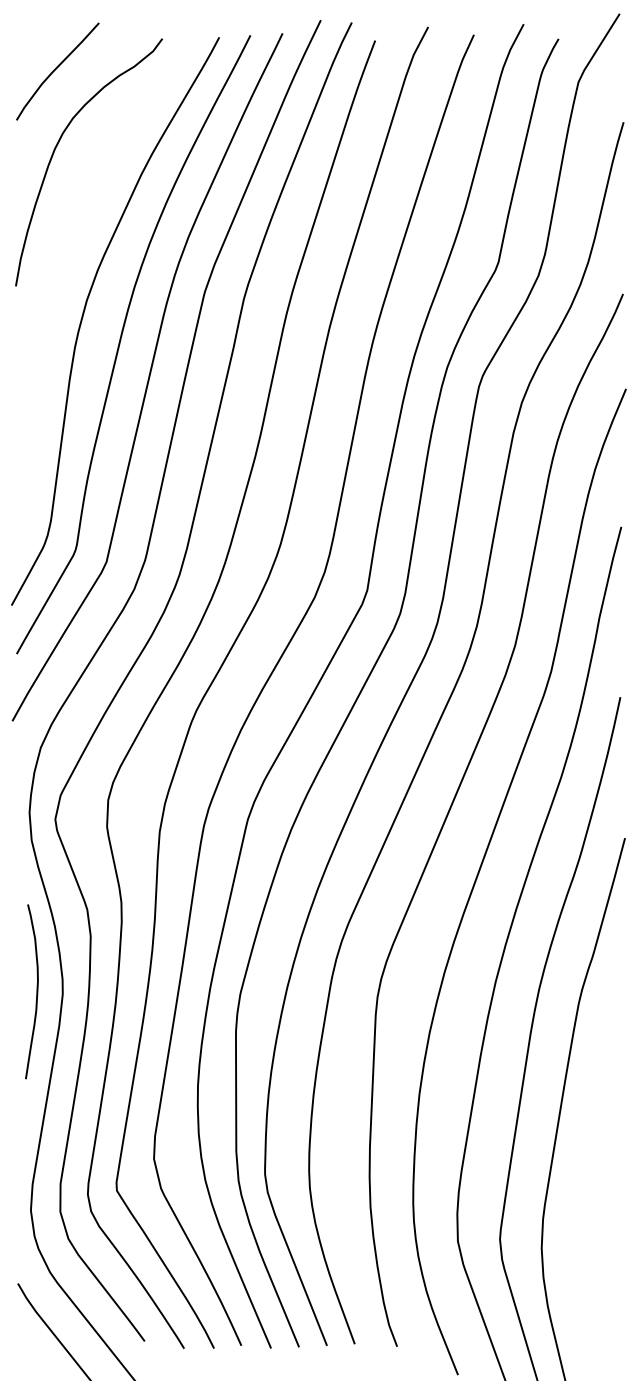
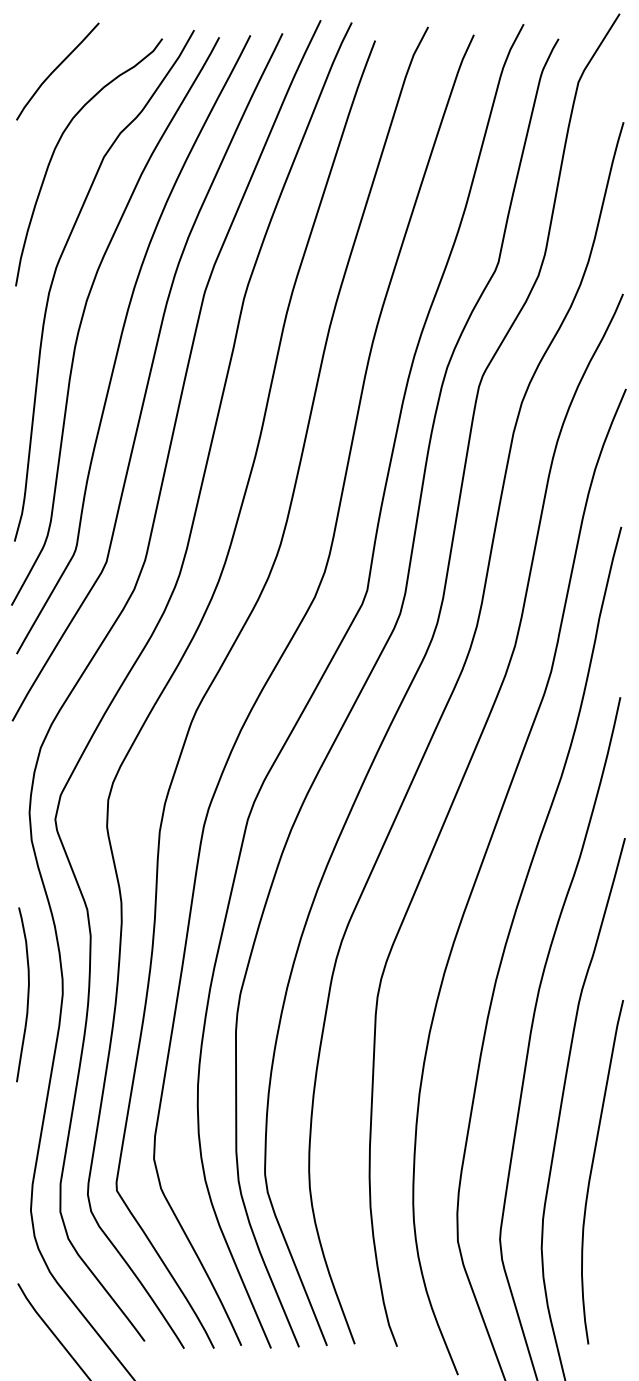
curve at (56, 271): none -> present
curve at (36, 991) position: (36, 991) -> (27, 994)
curve at (592, 1170): none -> present
